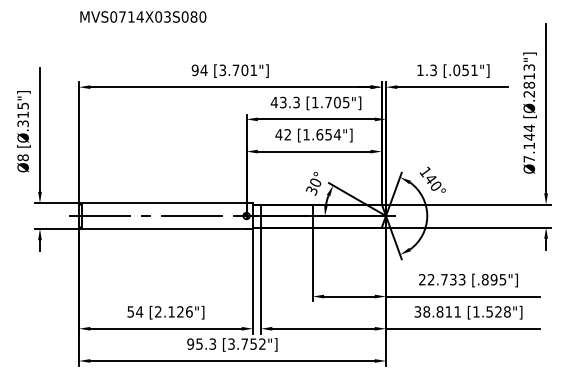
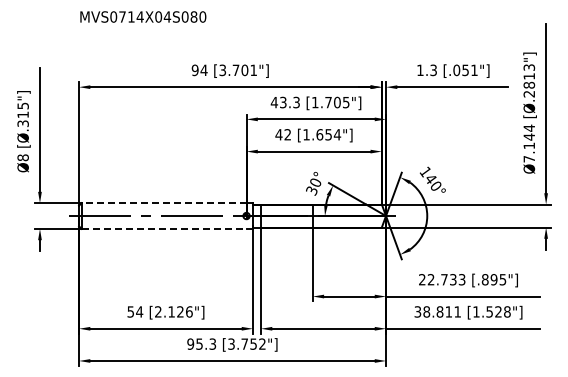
text at (167, 16): MVS0714X03S080 -> MVS0714X04S080
line at (163, 203): solid -> dashed
line at (164, 228): solid -> dashed
